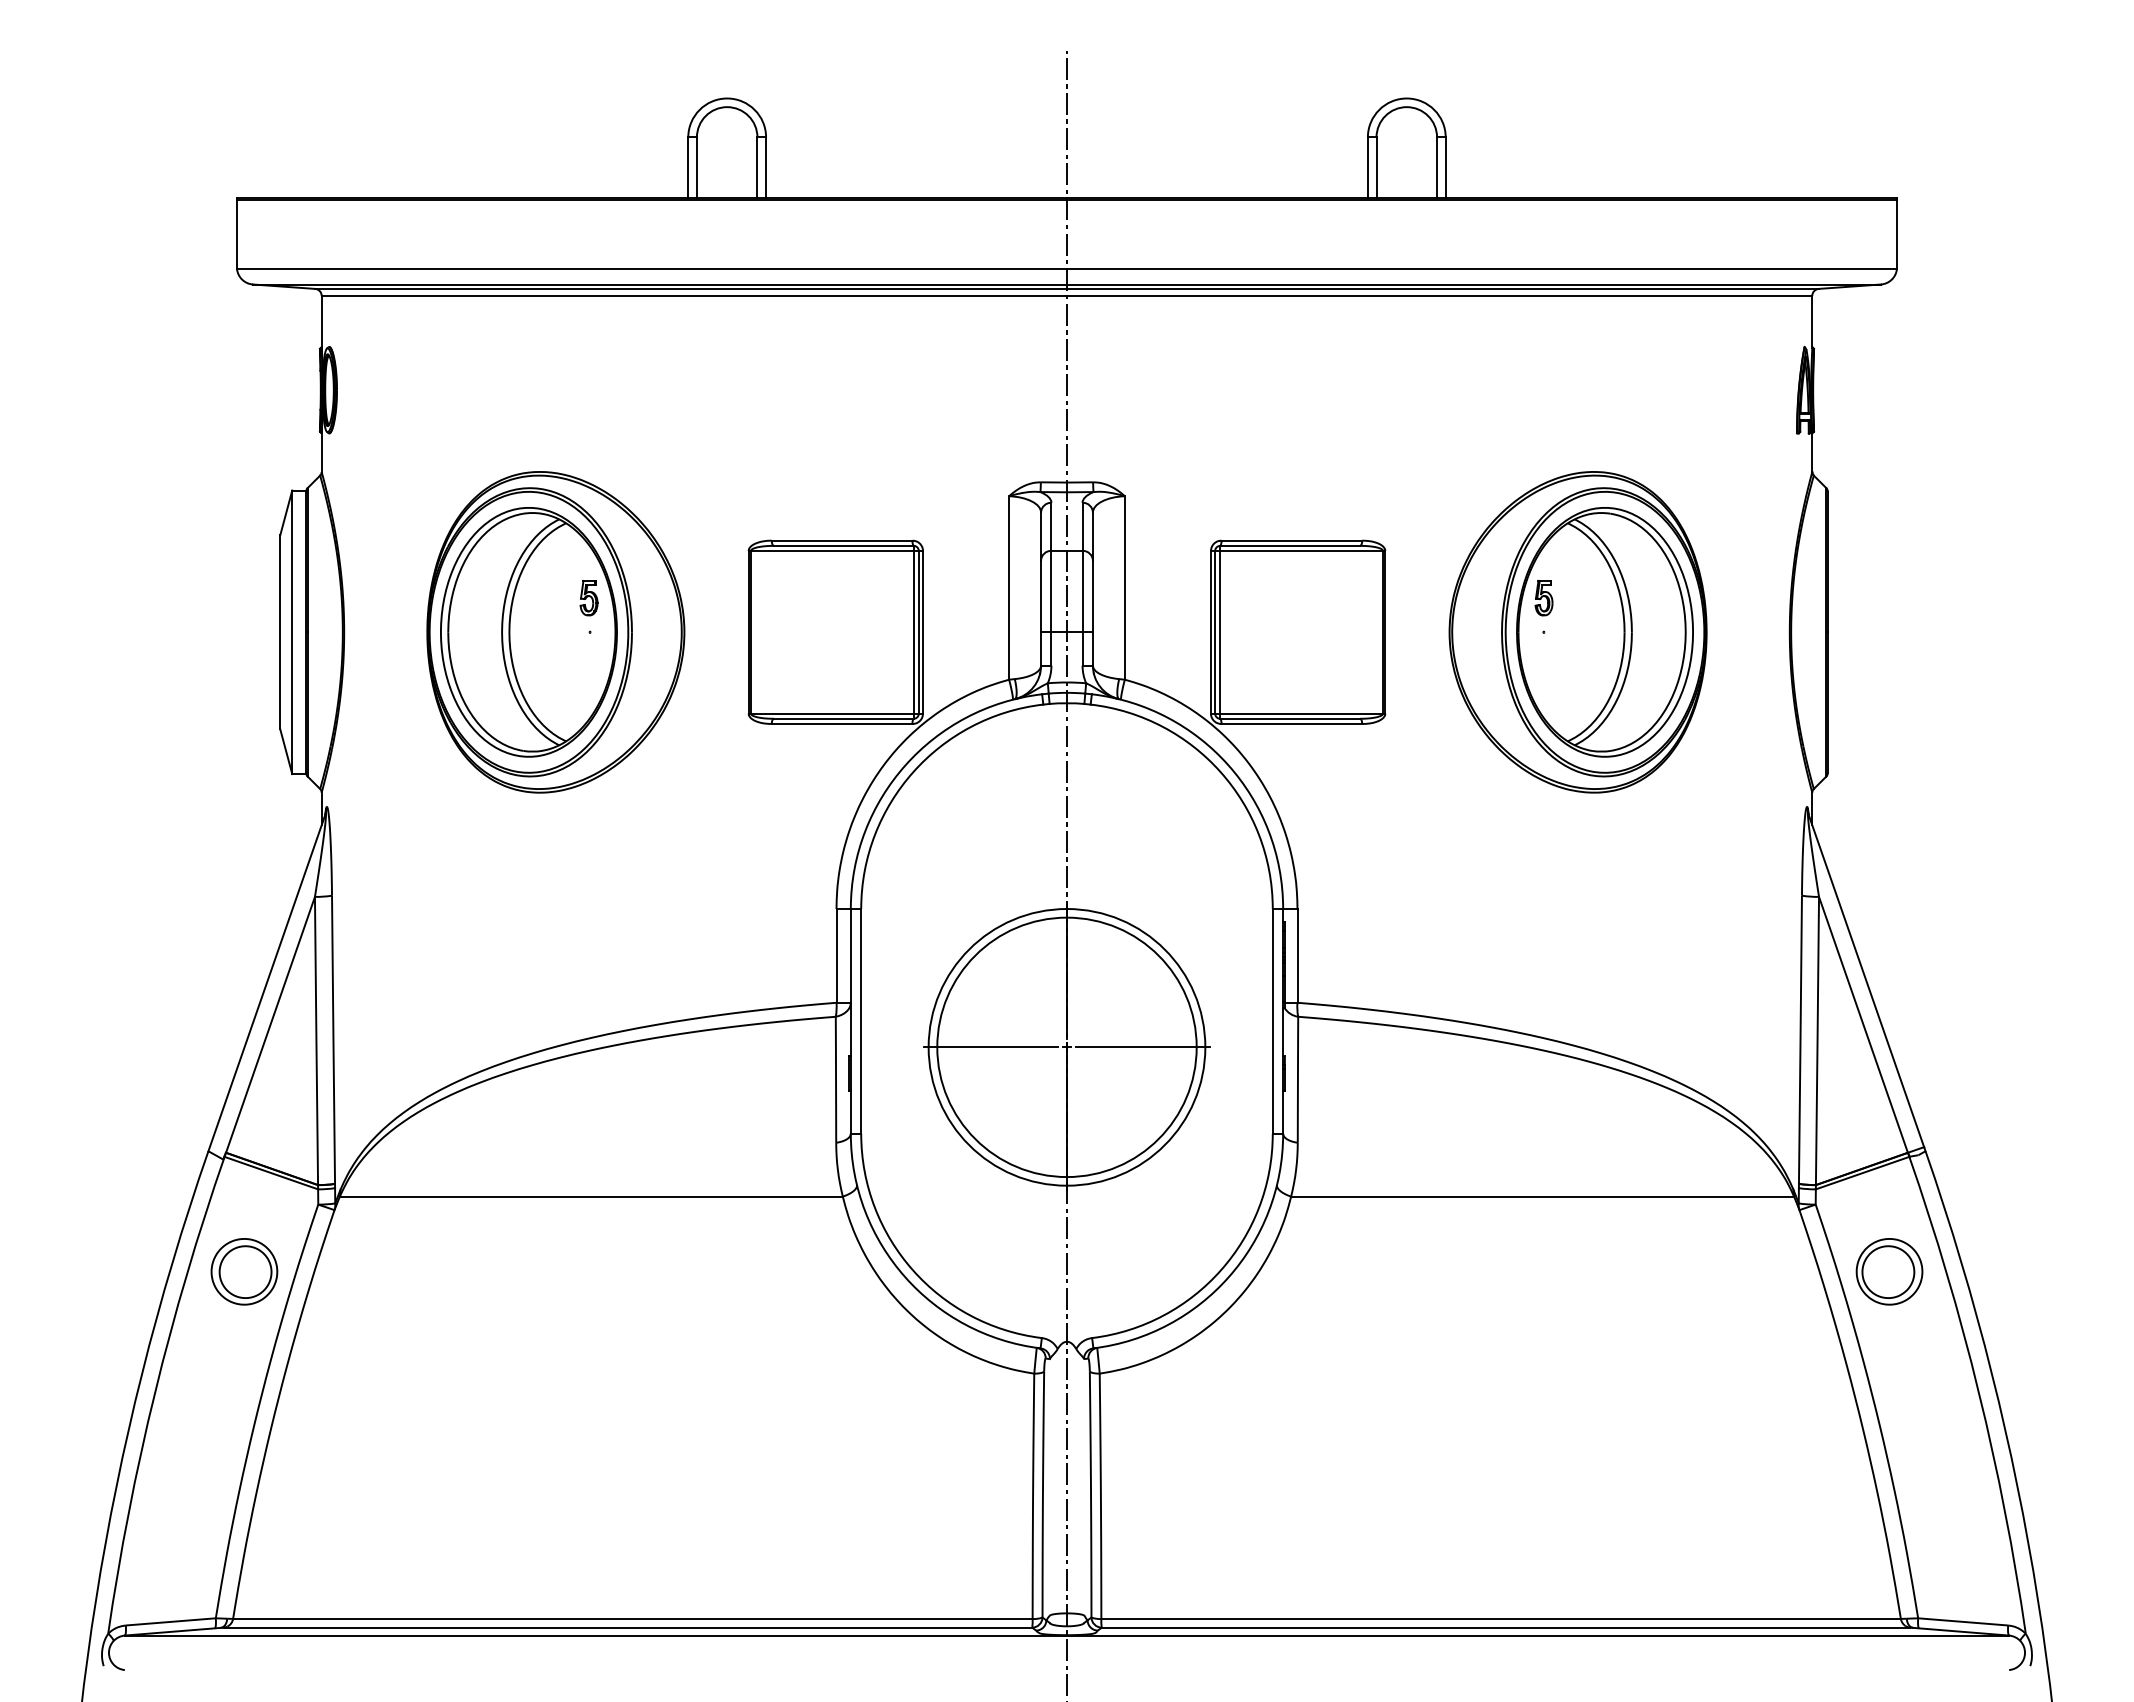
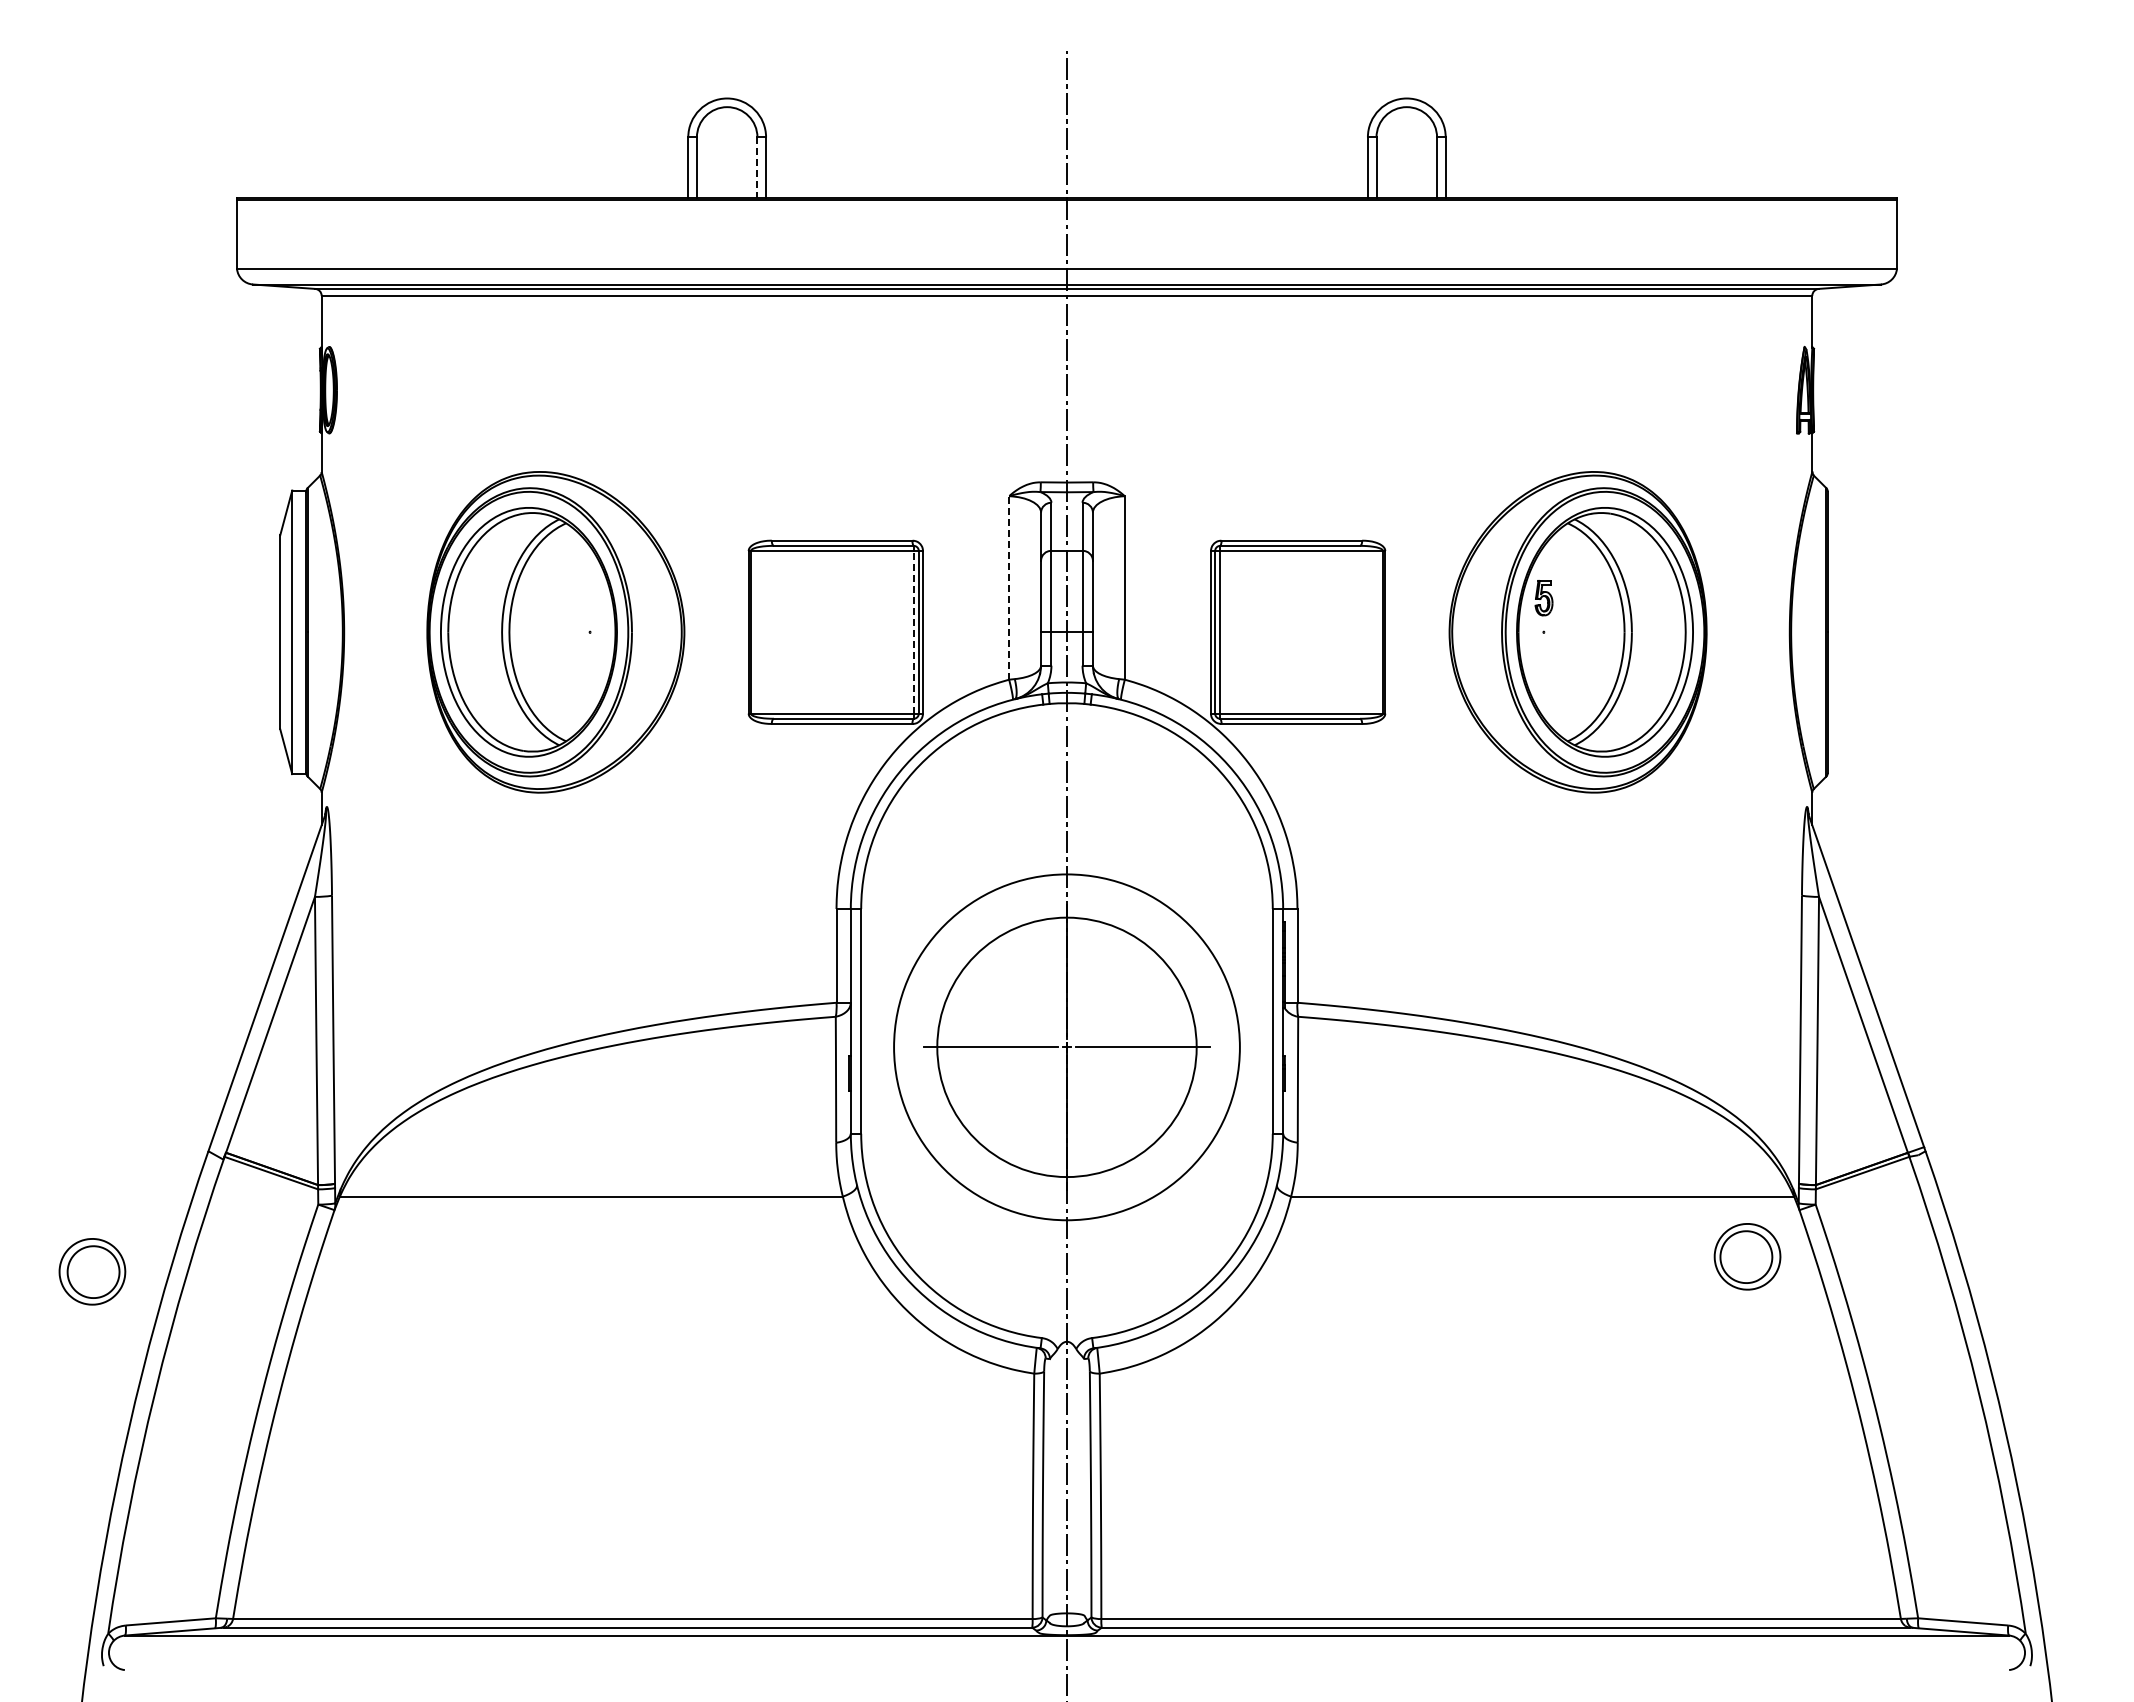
line at (757, 168): solid -> dashed
line at (1009, 587): solid -> dashed
part at (588, 598): present -> none
line at (913, 631): solid -> dashed
circle at (1066, 1047) diameter: 277 px -> 346 px
part at (244, 1271) position: (244, 1271) -> (92, 1271)
part at (1889, 1271) position: (1889, 1271) -> (1747, 1256)
